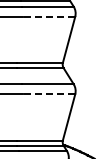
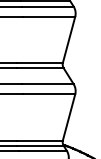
line at (48, 16): dashed -> solid
line at (48, 94): dashed -> solid
